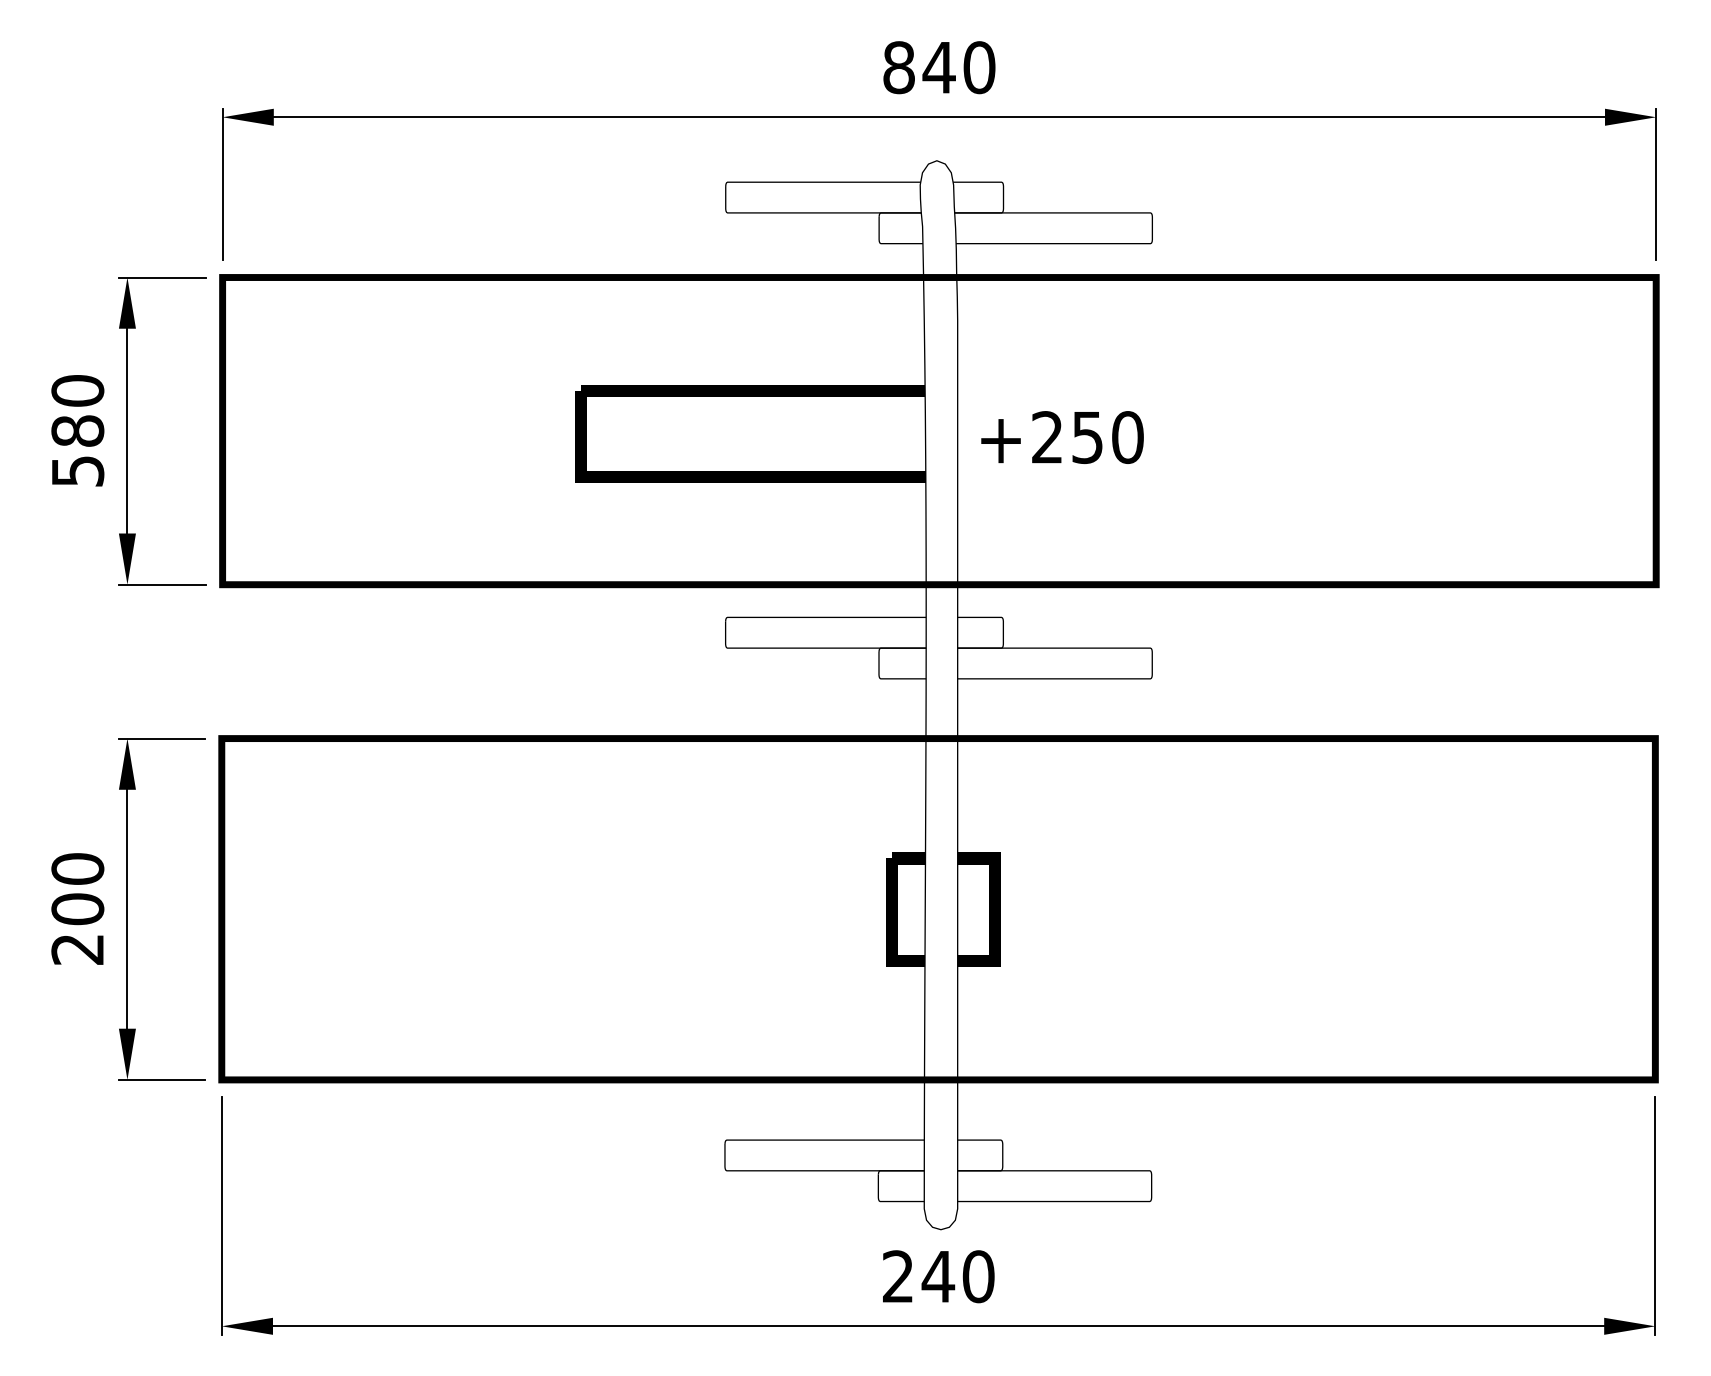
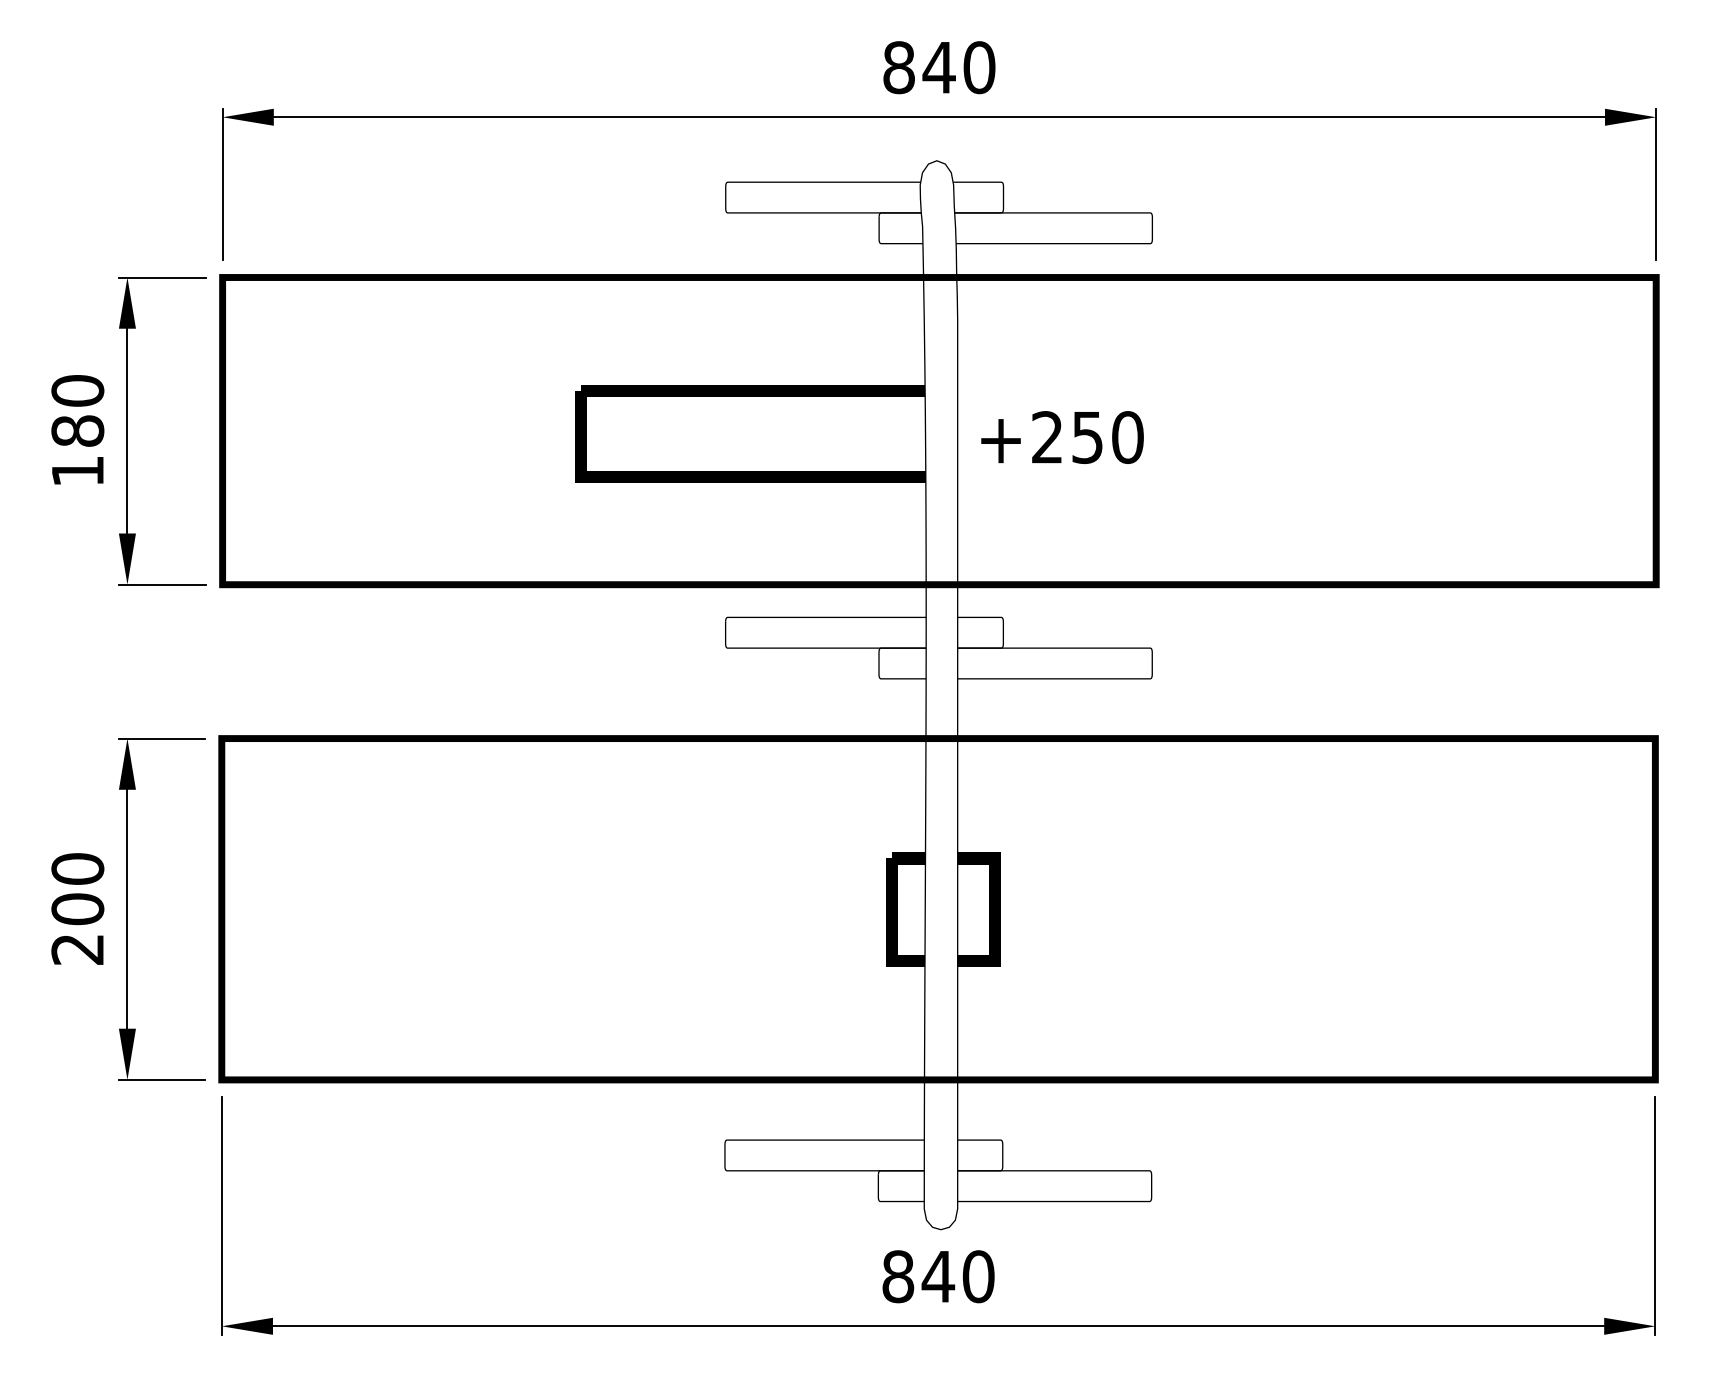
text at (78, 471): 580 -> 180
text at (898, 1276): 240 -> 840
